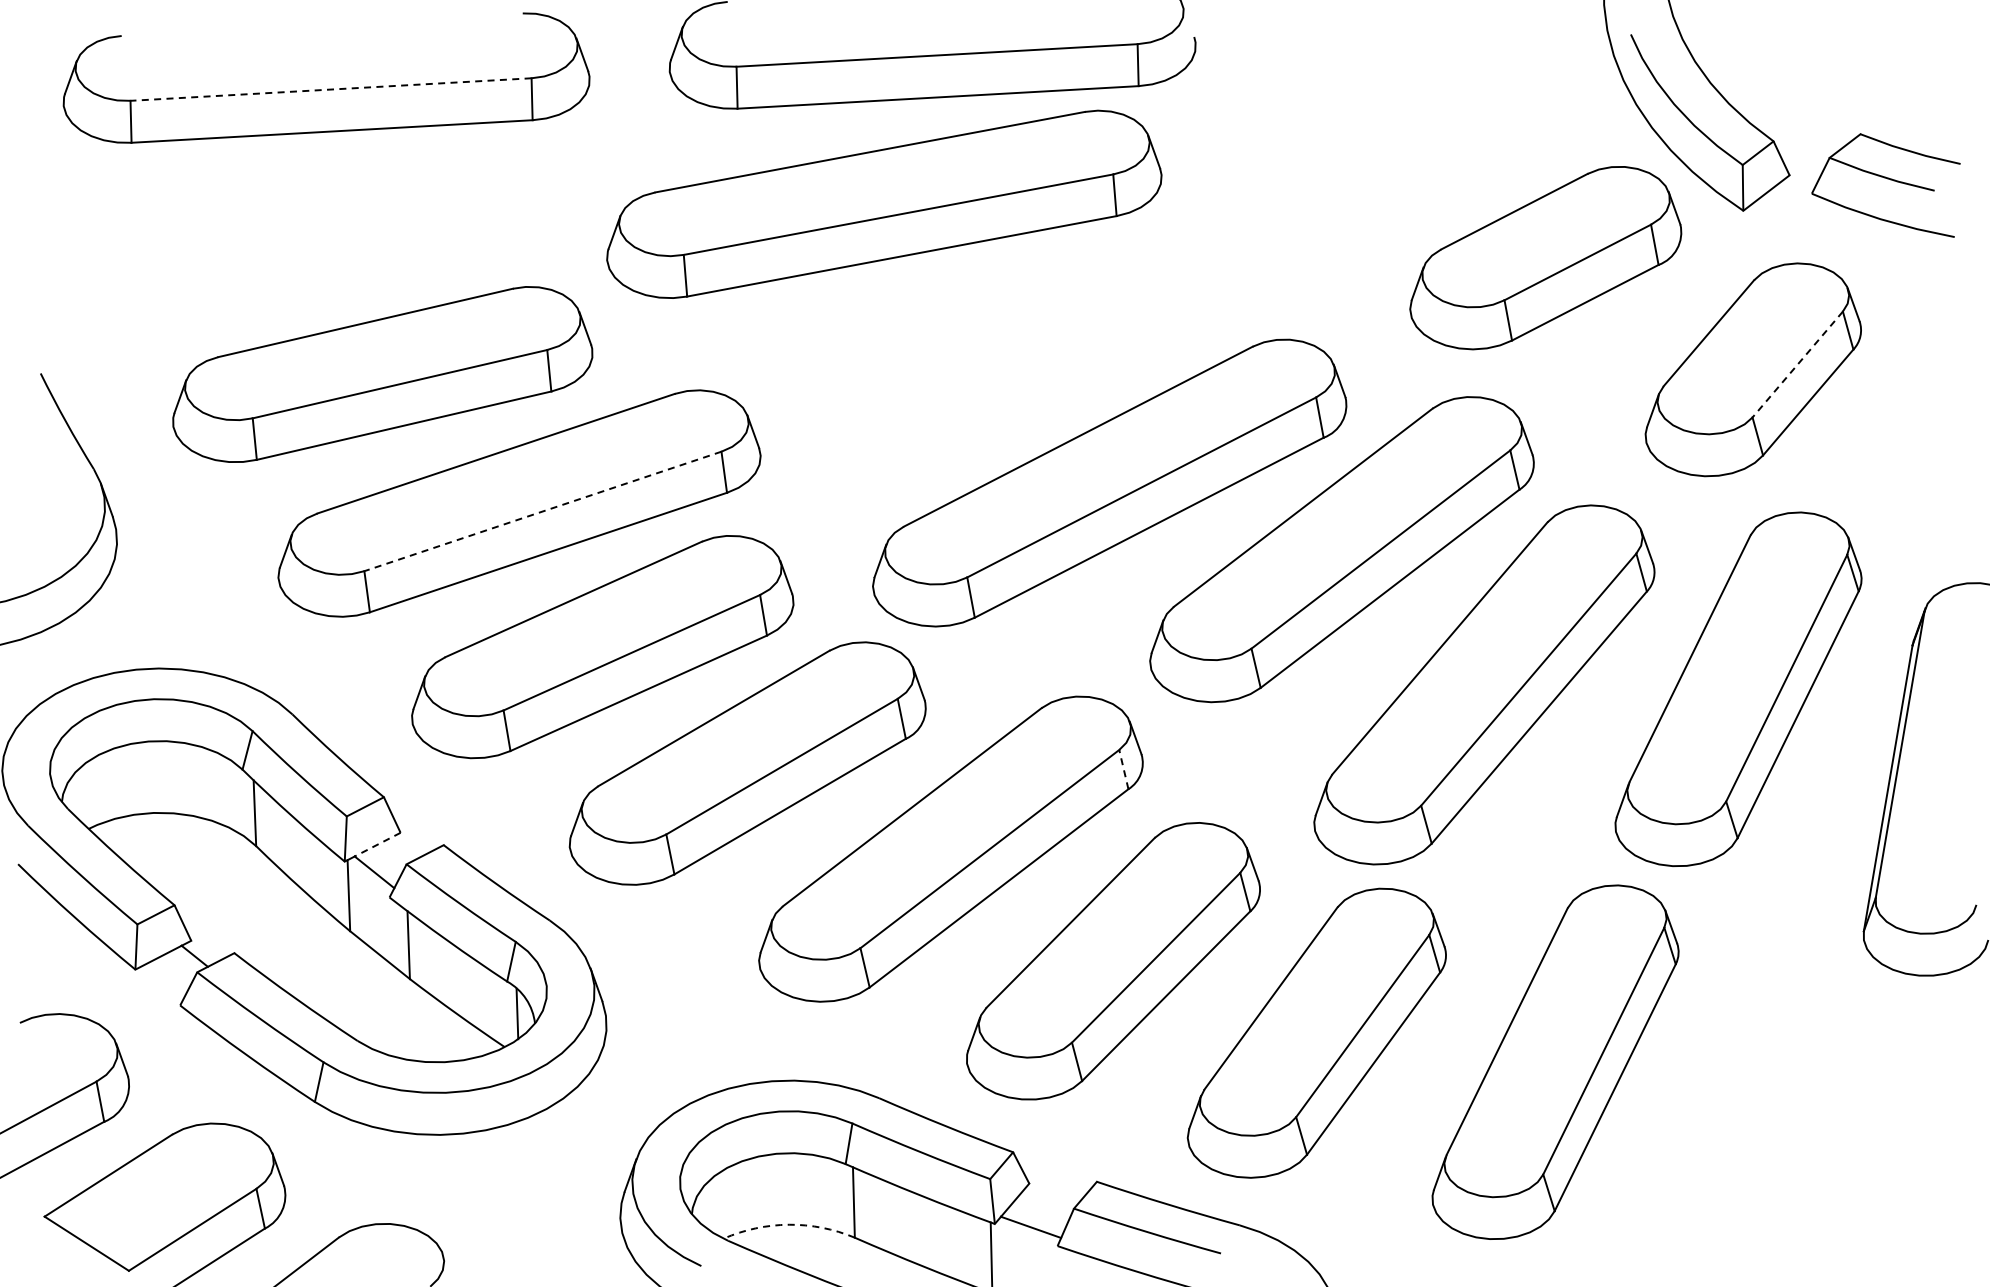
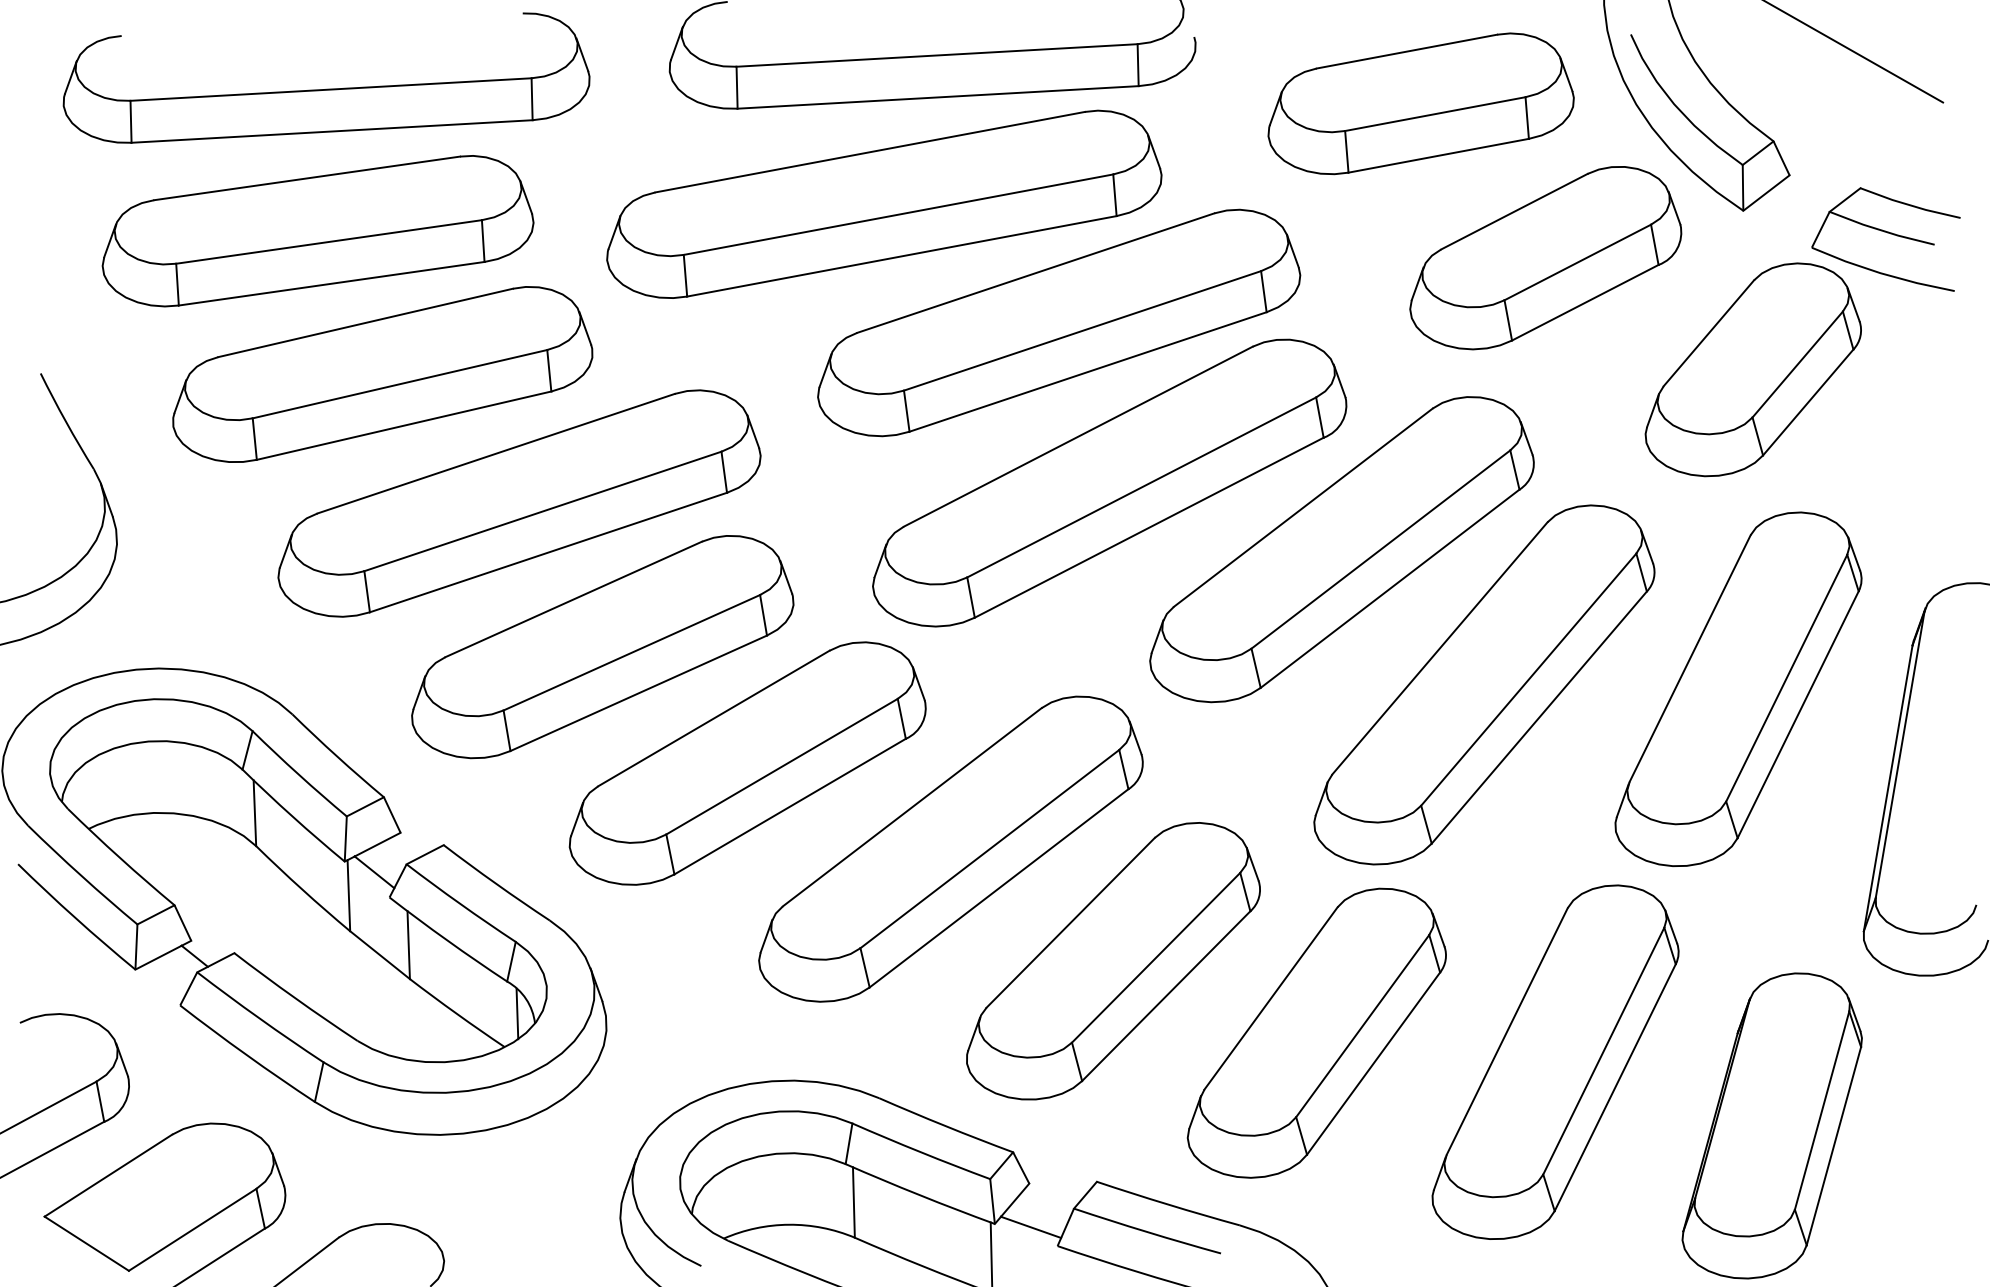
line at (1854, 52): none -> present
line at (331, 89): dashed -> solid
part at (1420, 103): none -> present
part at (1887, 179) position: (1887, 179) -> (1887, 233)
part at (317, 231): none -> present
part at (1059, 322): none -> present
line at (1797, 364): dashed -> solid
line at (542, 511): dashed -> solid
line at (1123, 769): dashed -> solid
line at (377, 844): dashed -> solid
part at (1771, 1125): none -> present
arc at (789, 1224): dashed -> solid
